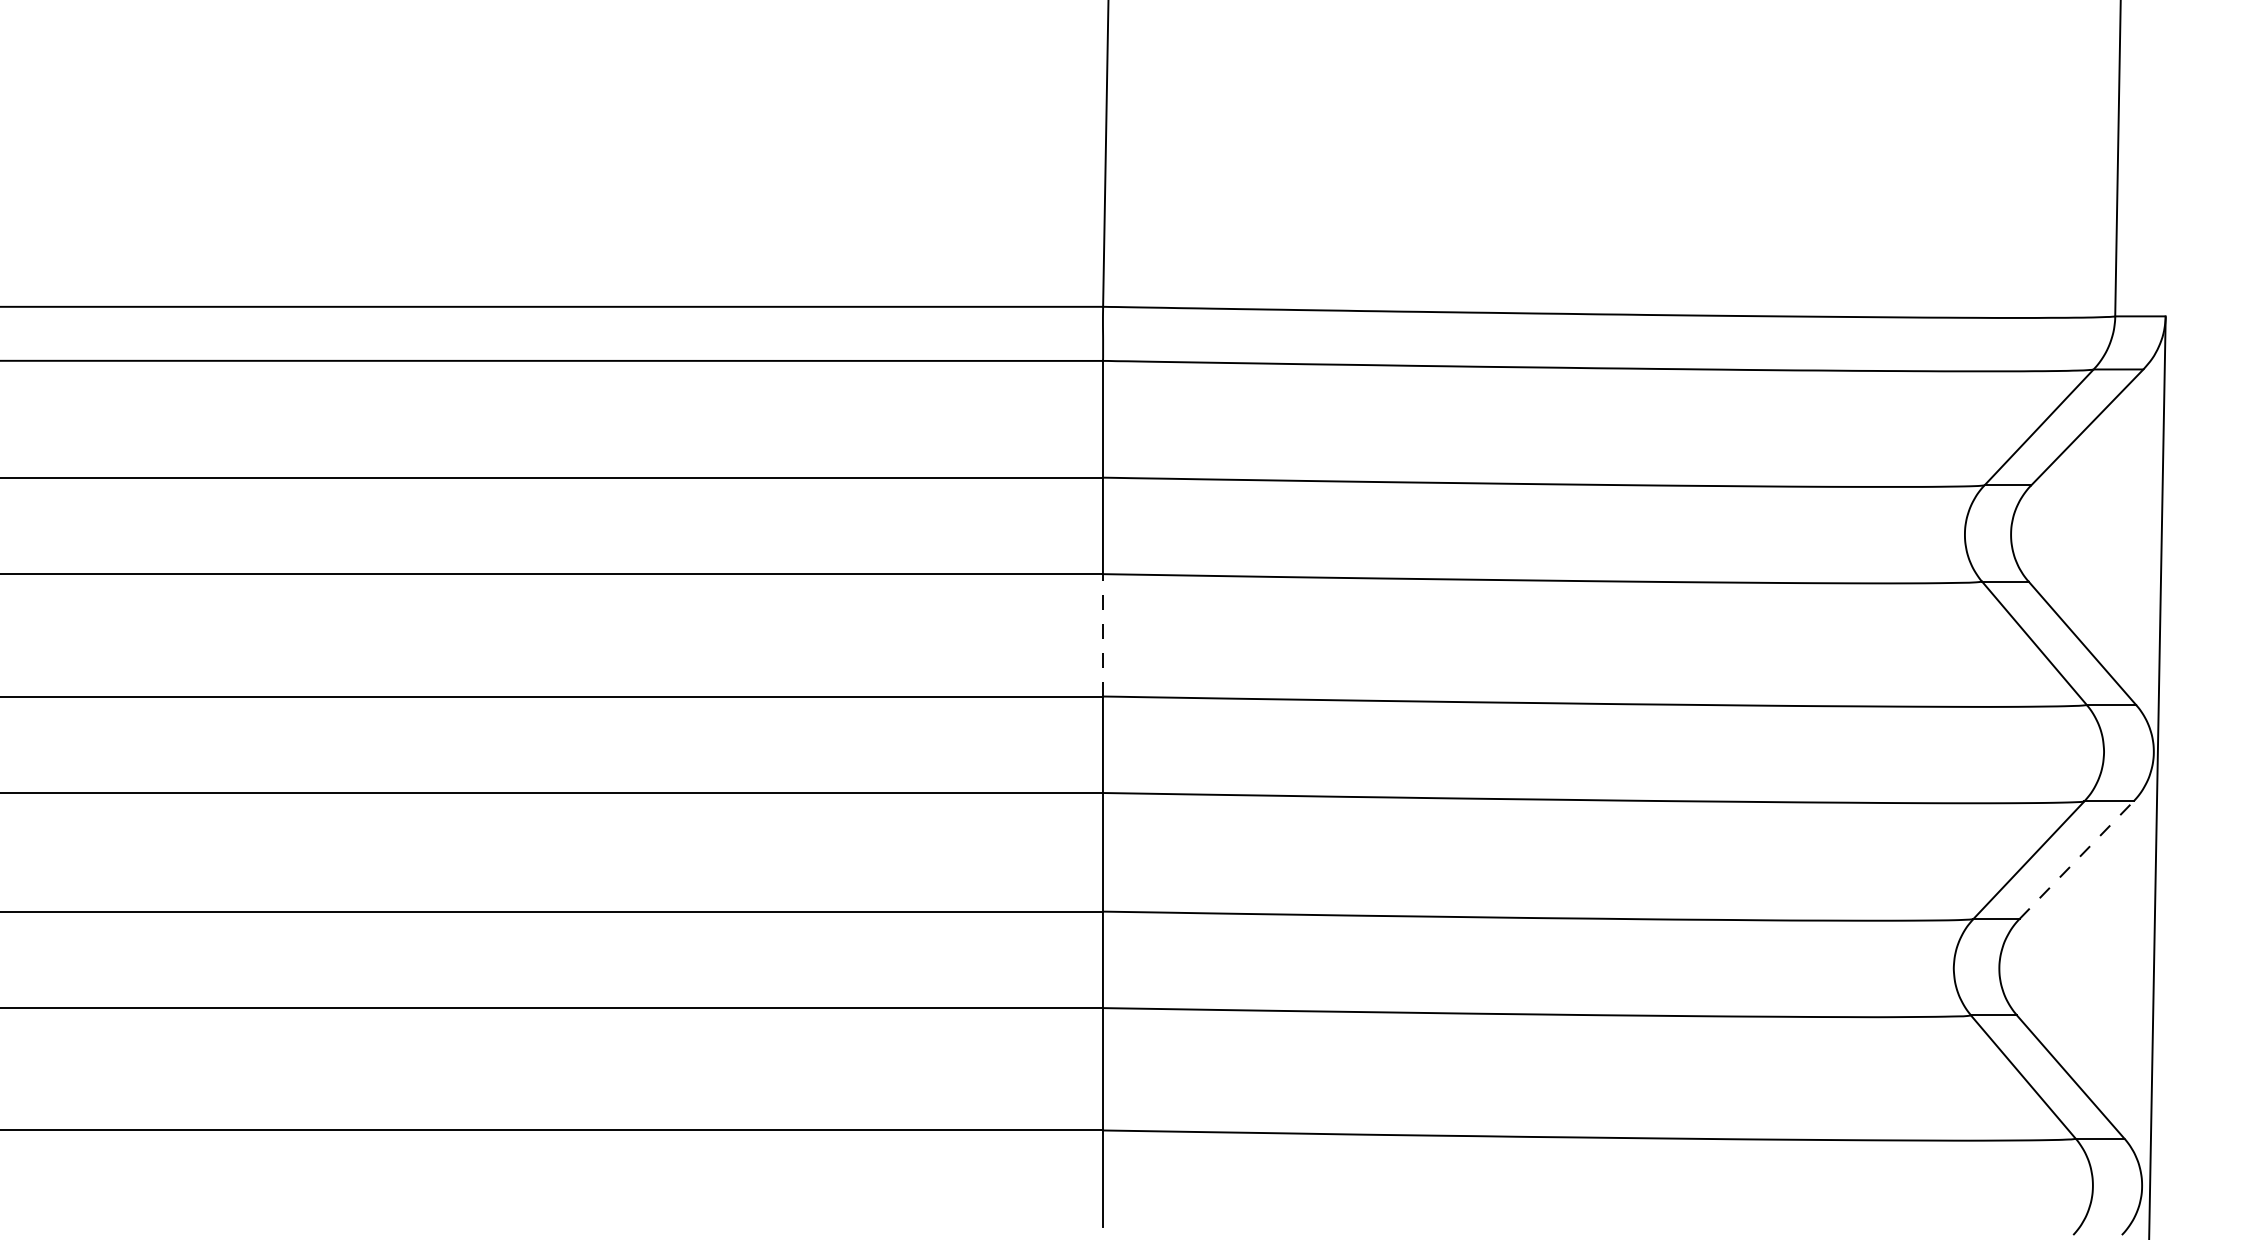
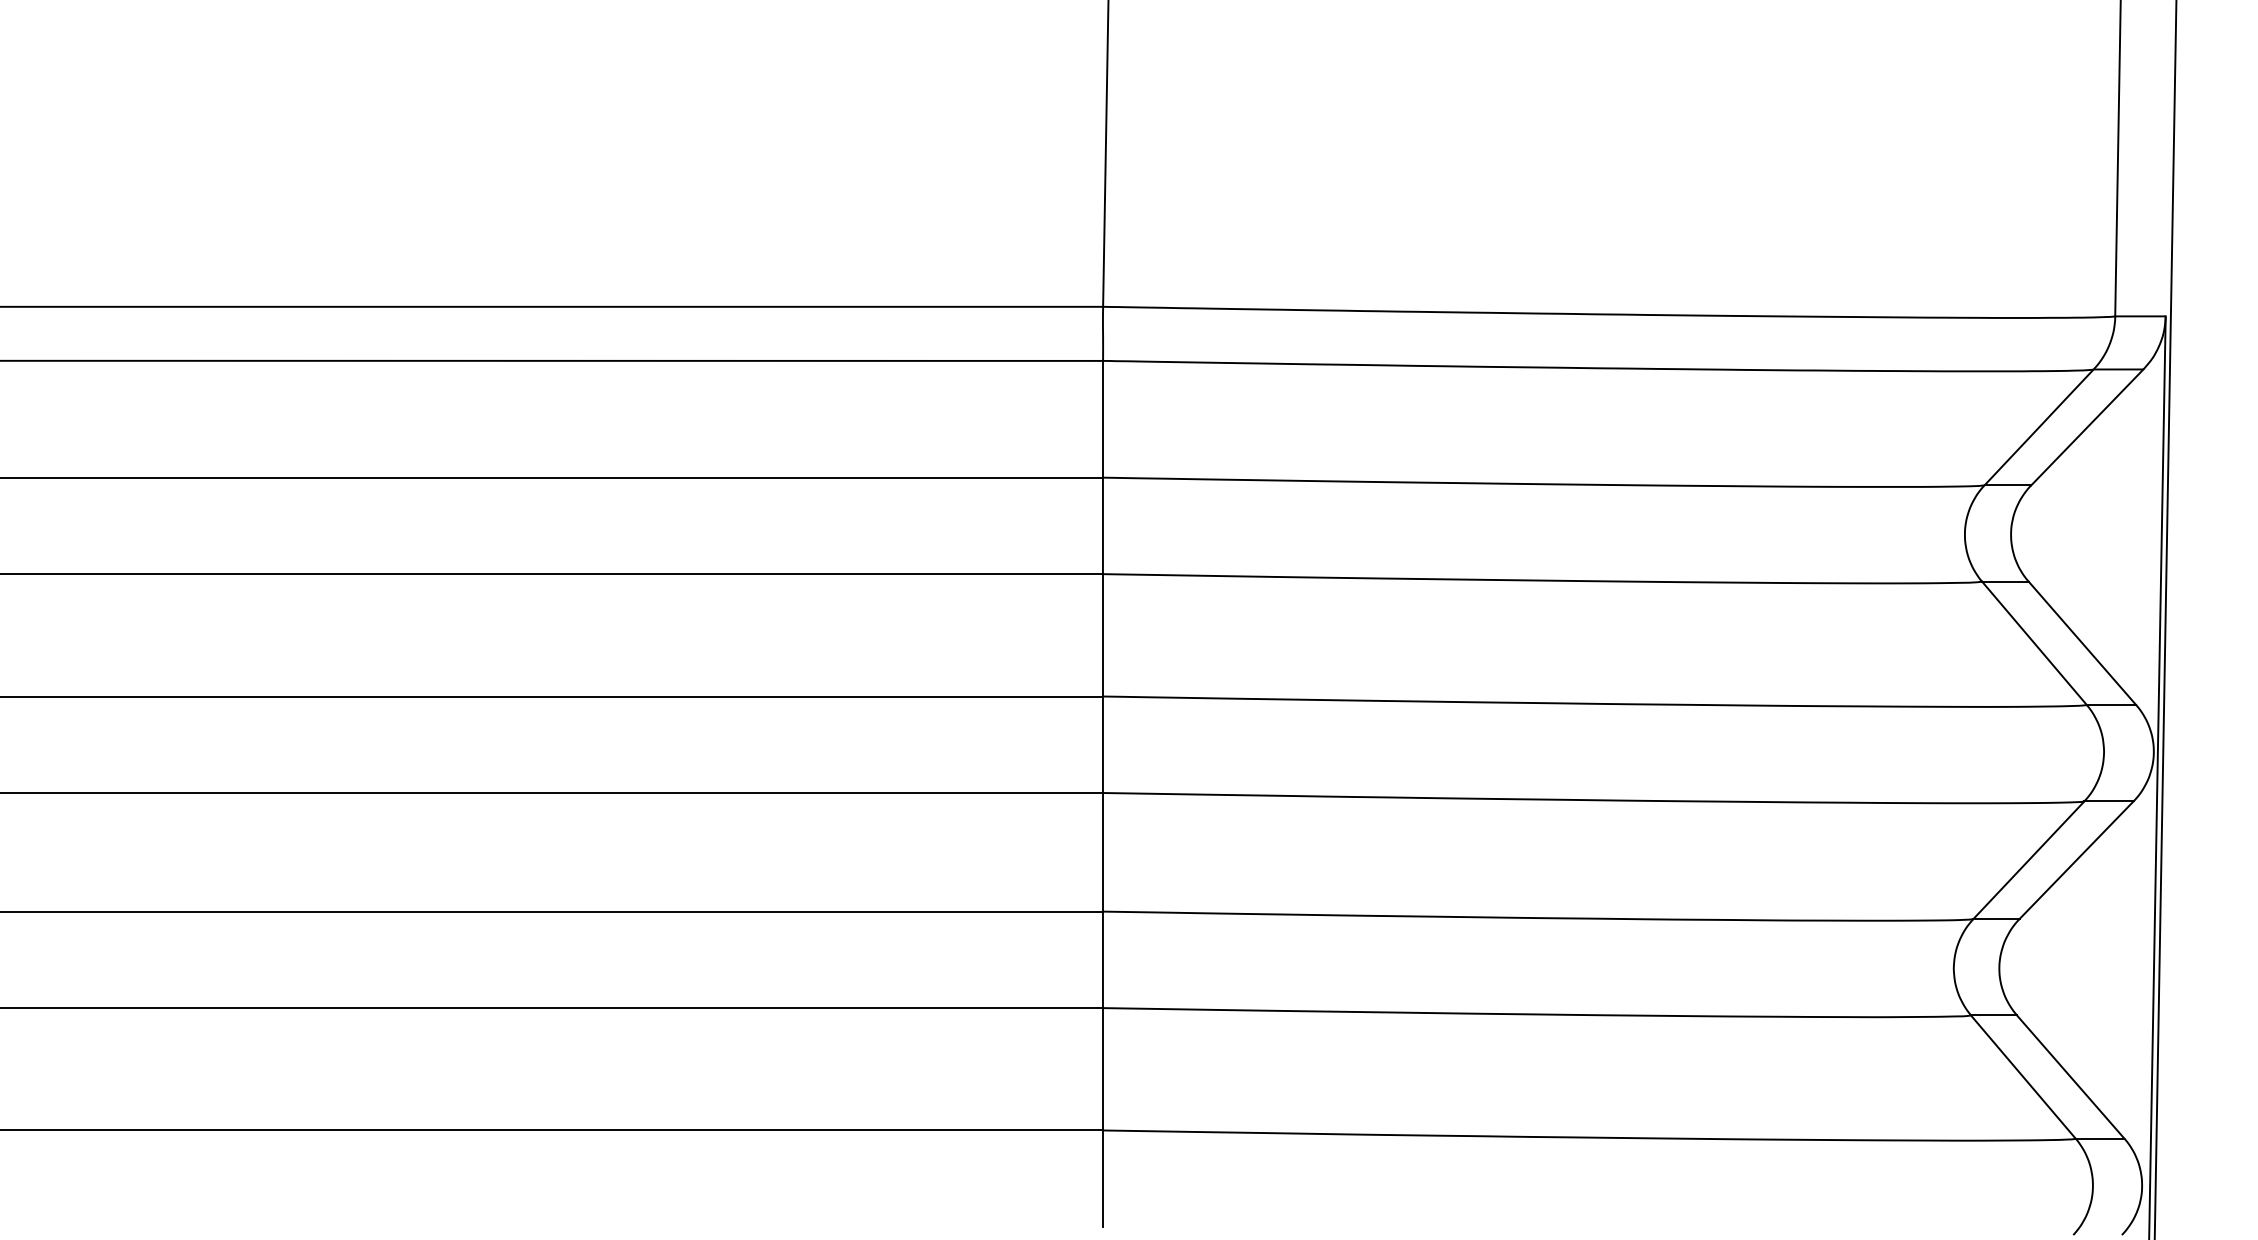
line at (2165, 619): none -> present
line at (1102, 634): dashed -> solid
line at (2076, 860): dashed -> solid
